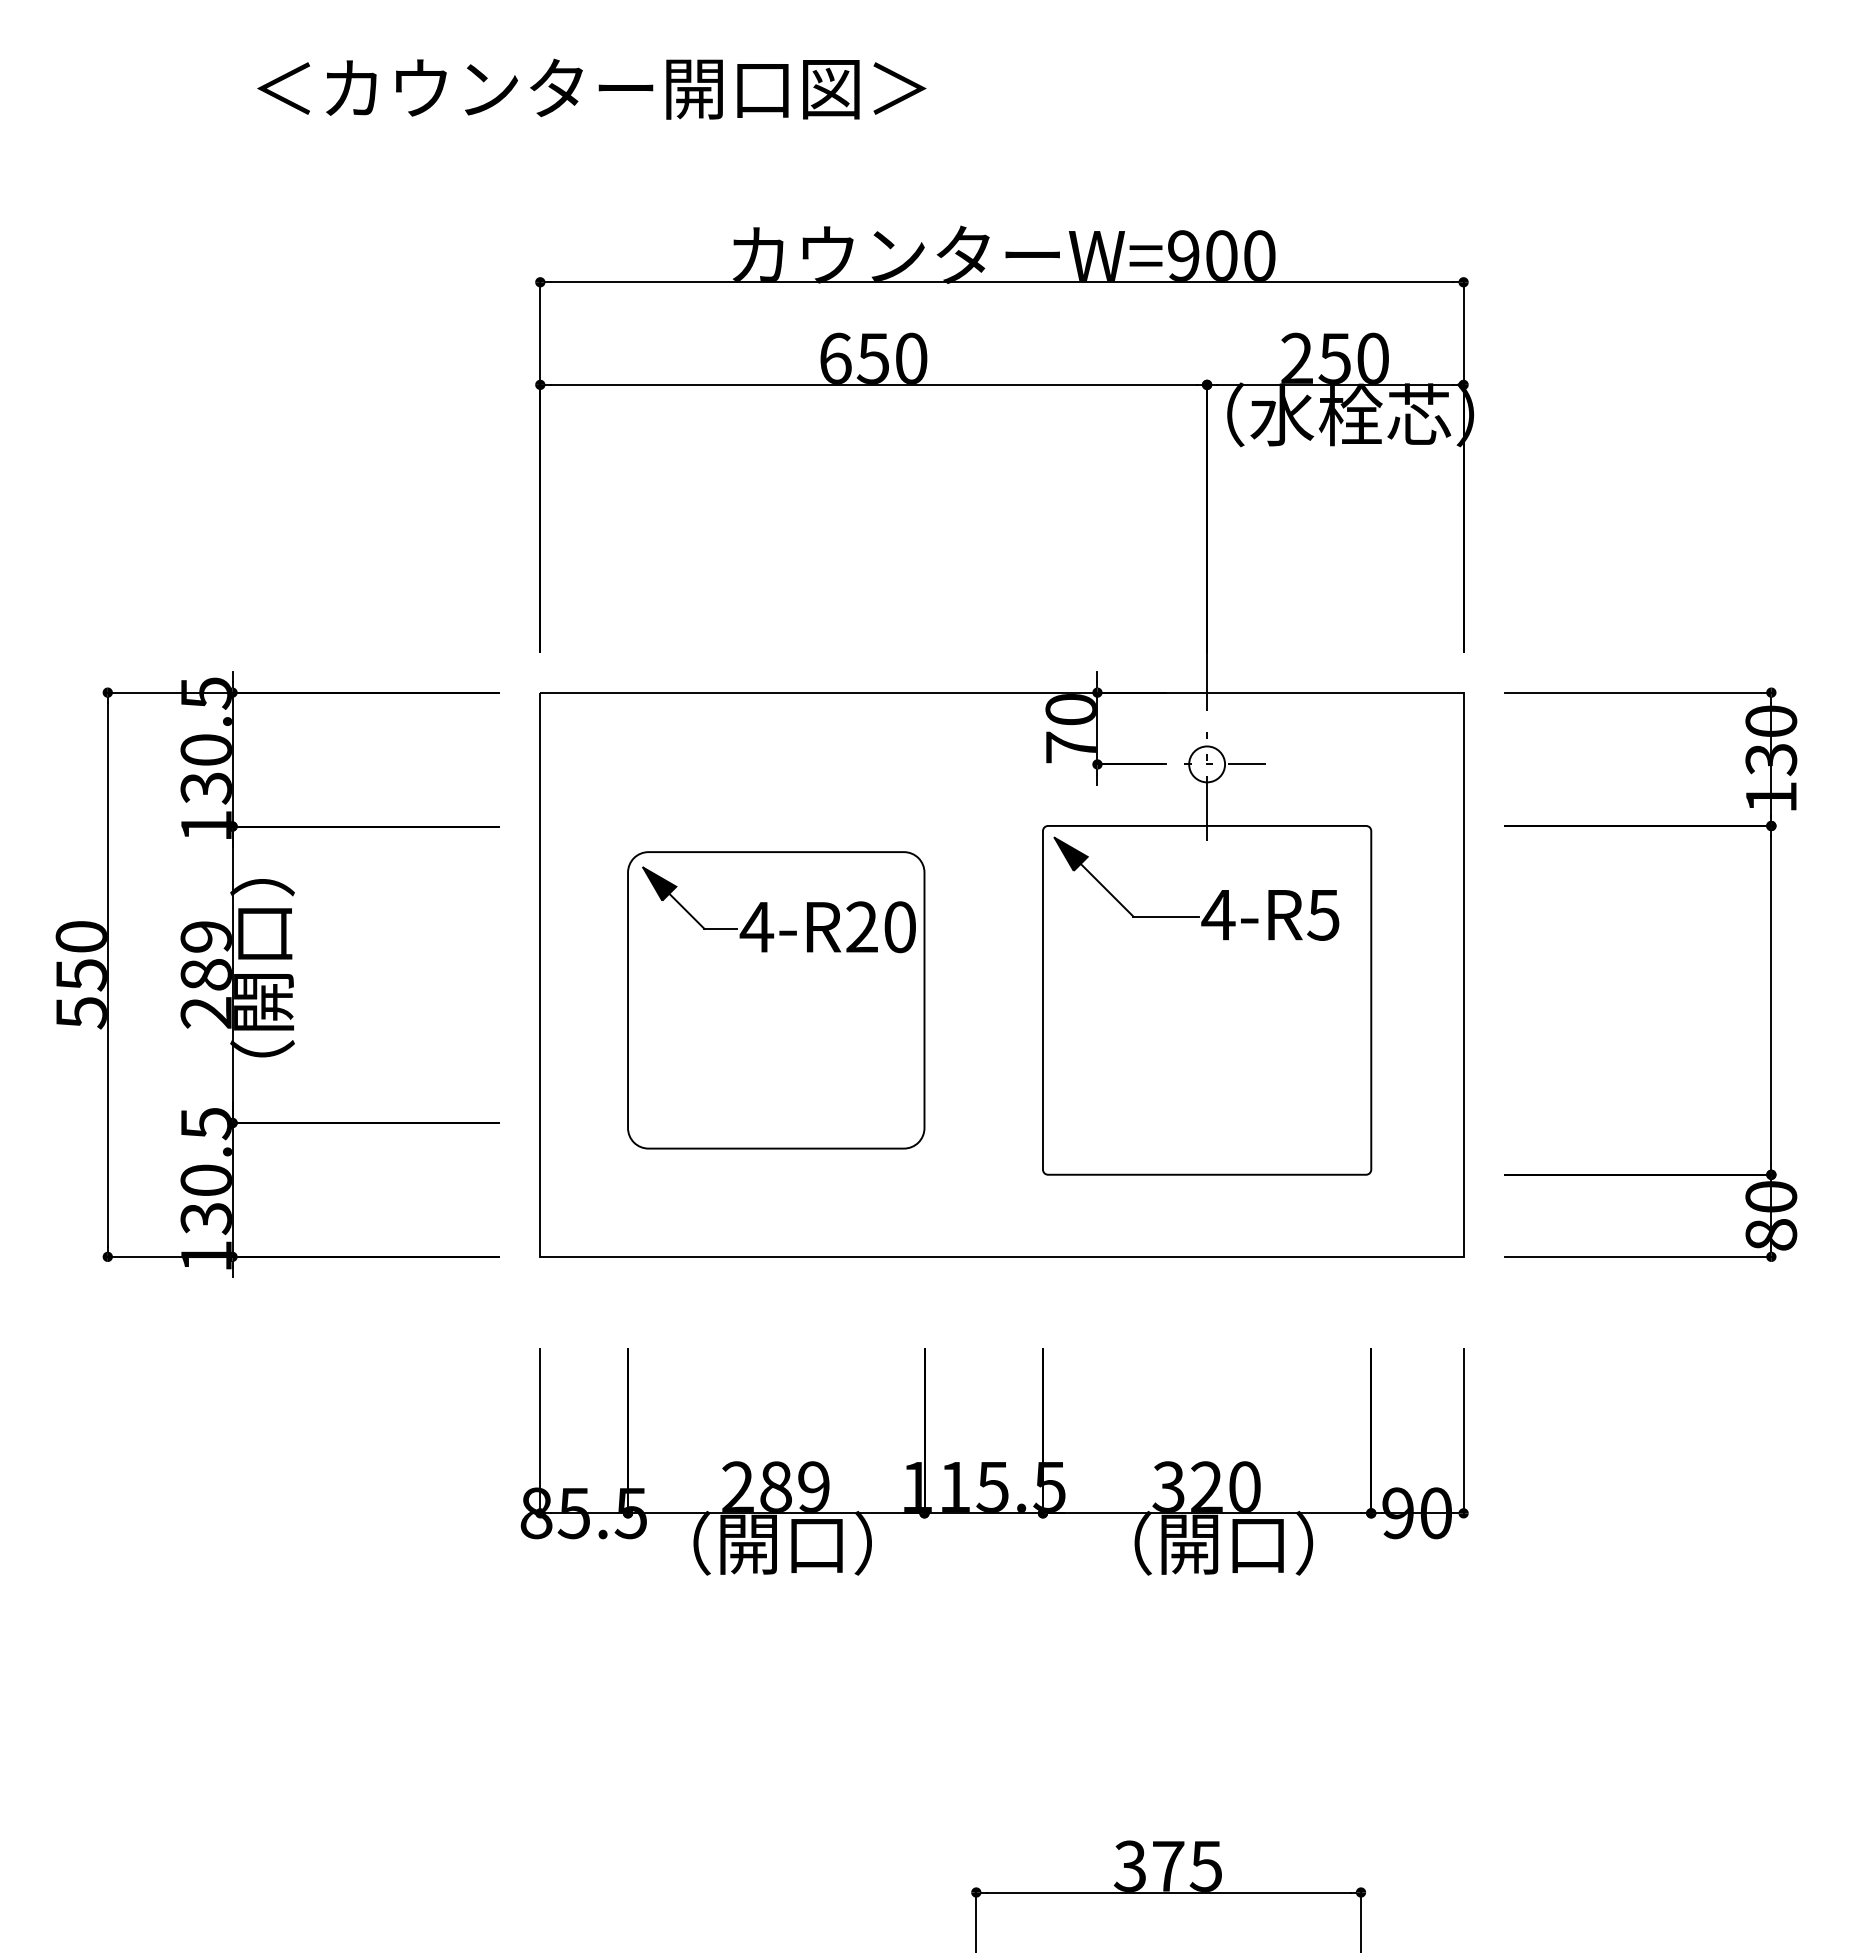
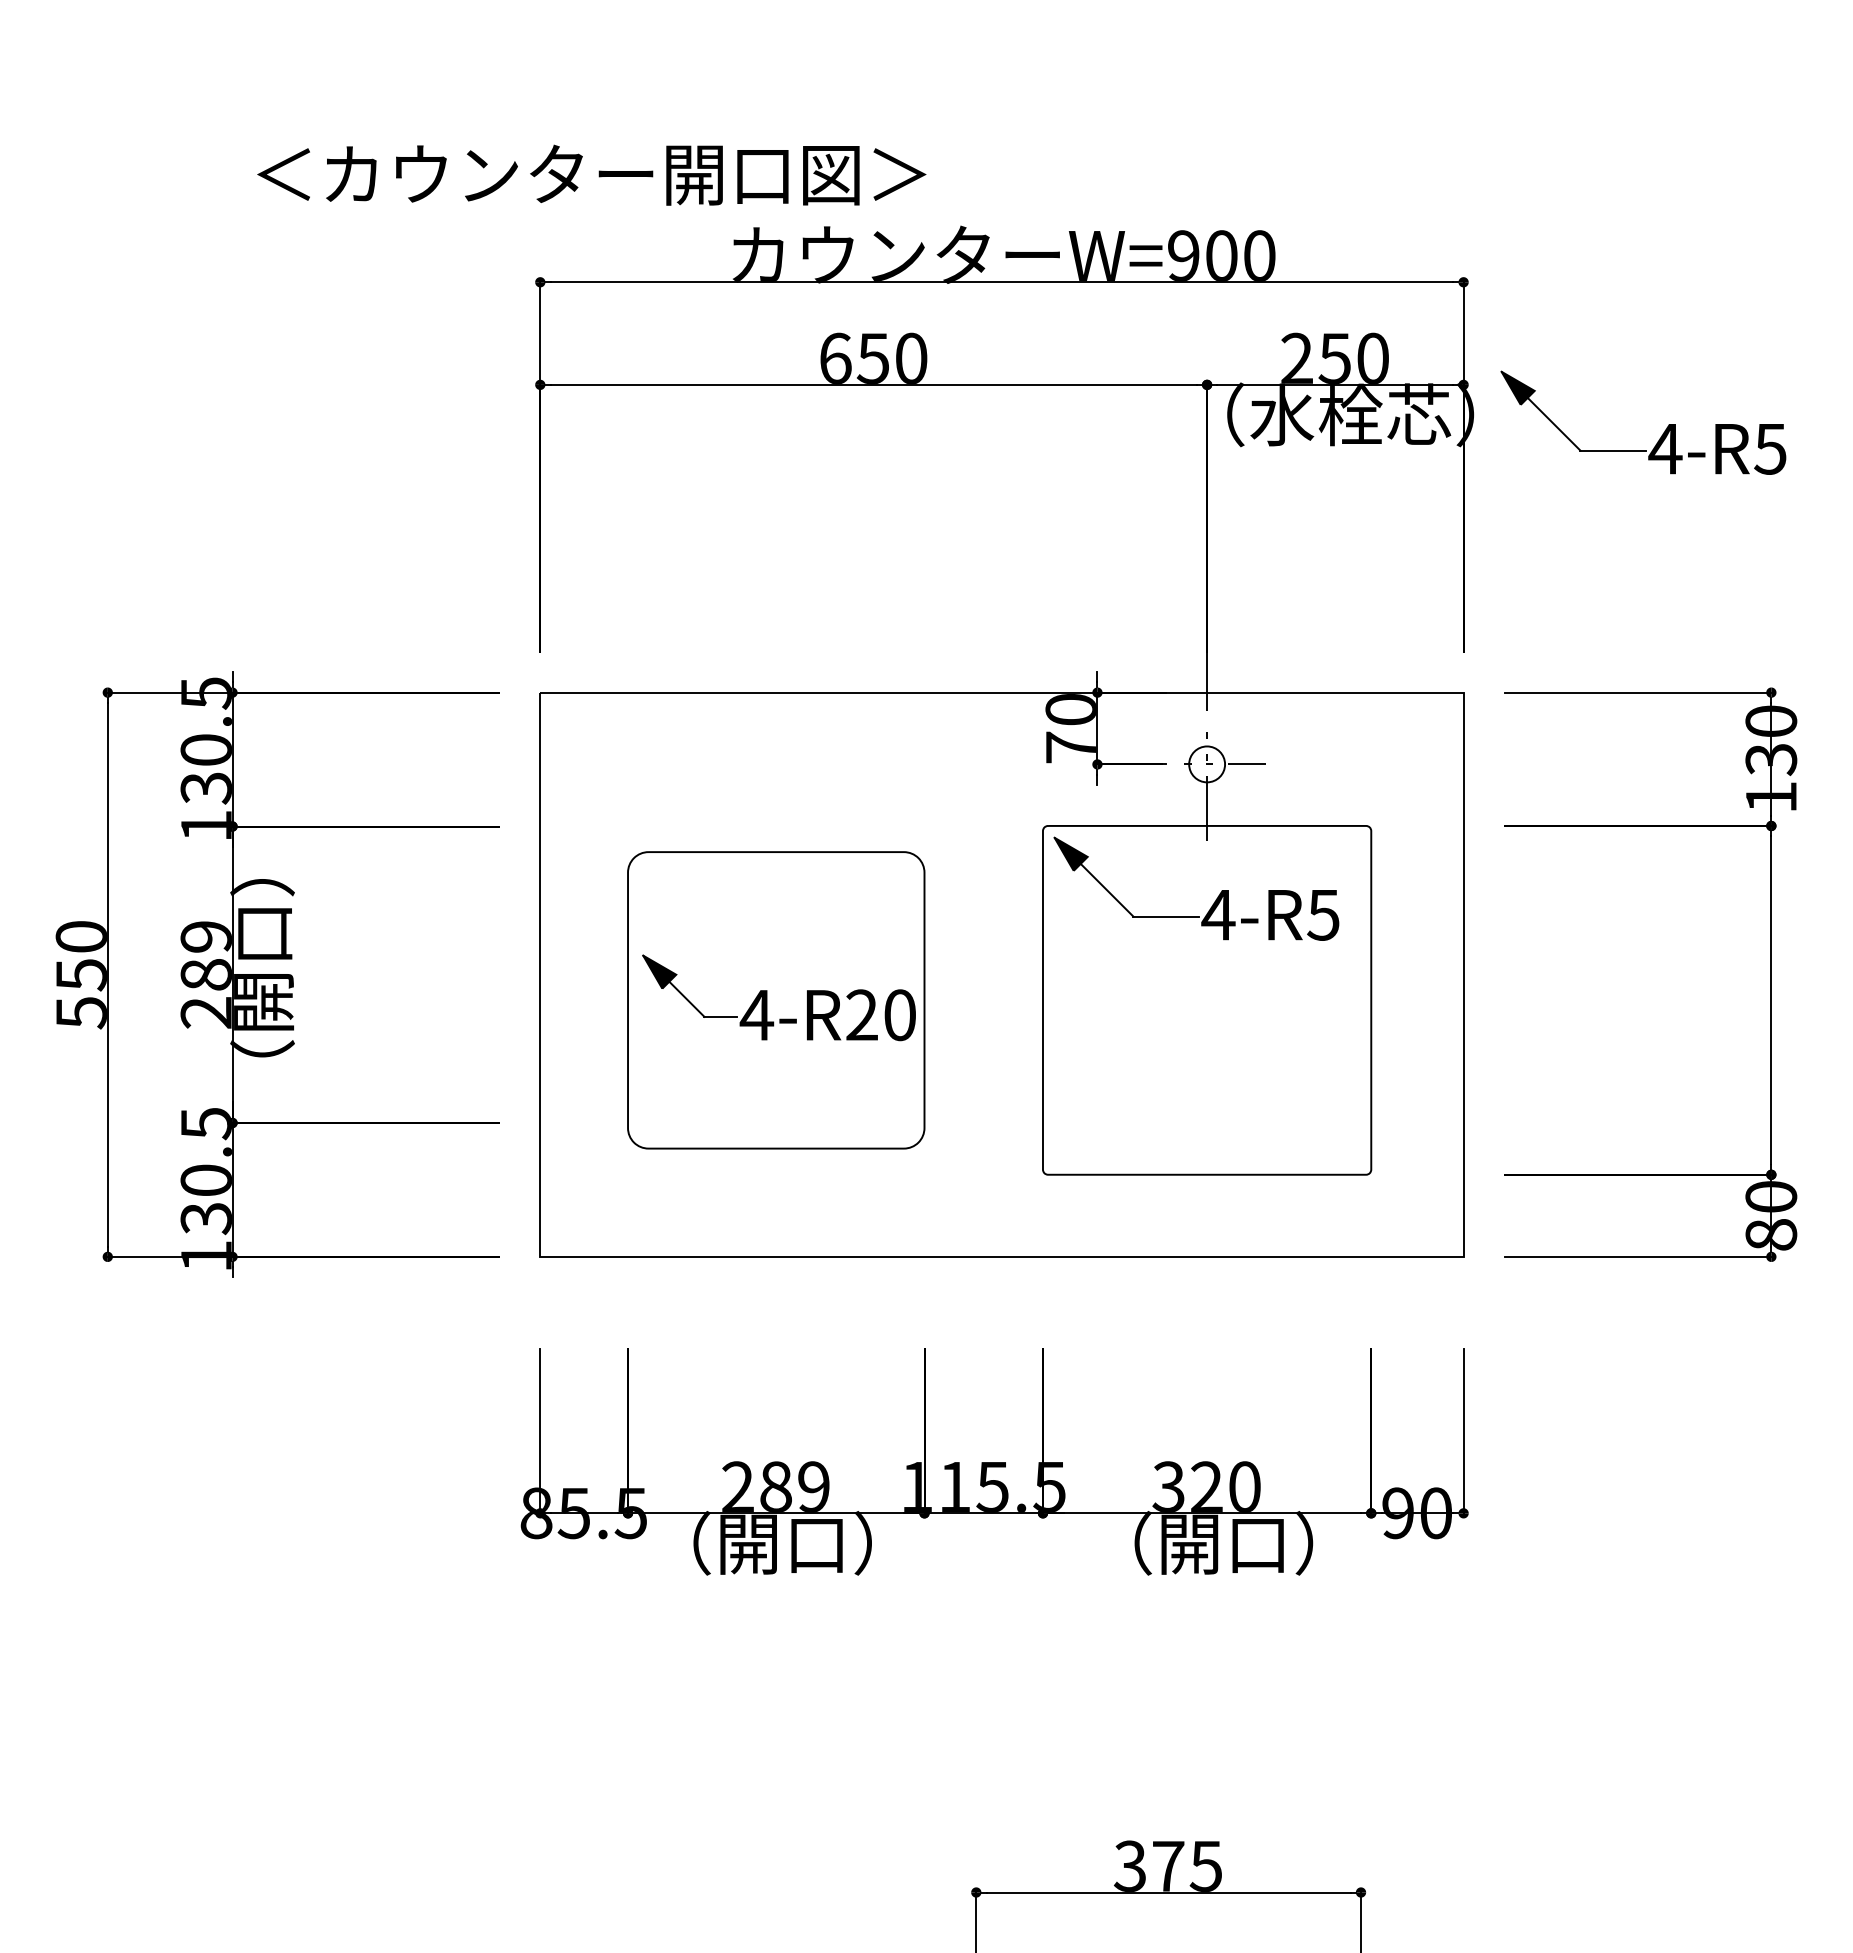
text at (591, 88) position: (591, 88) -> (591, 174)
part at (1662, 433): none -> present
part at (767, 909) position: (767, 909) -> (767, 997)
